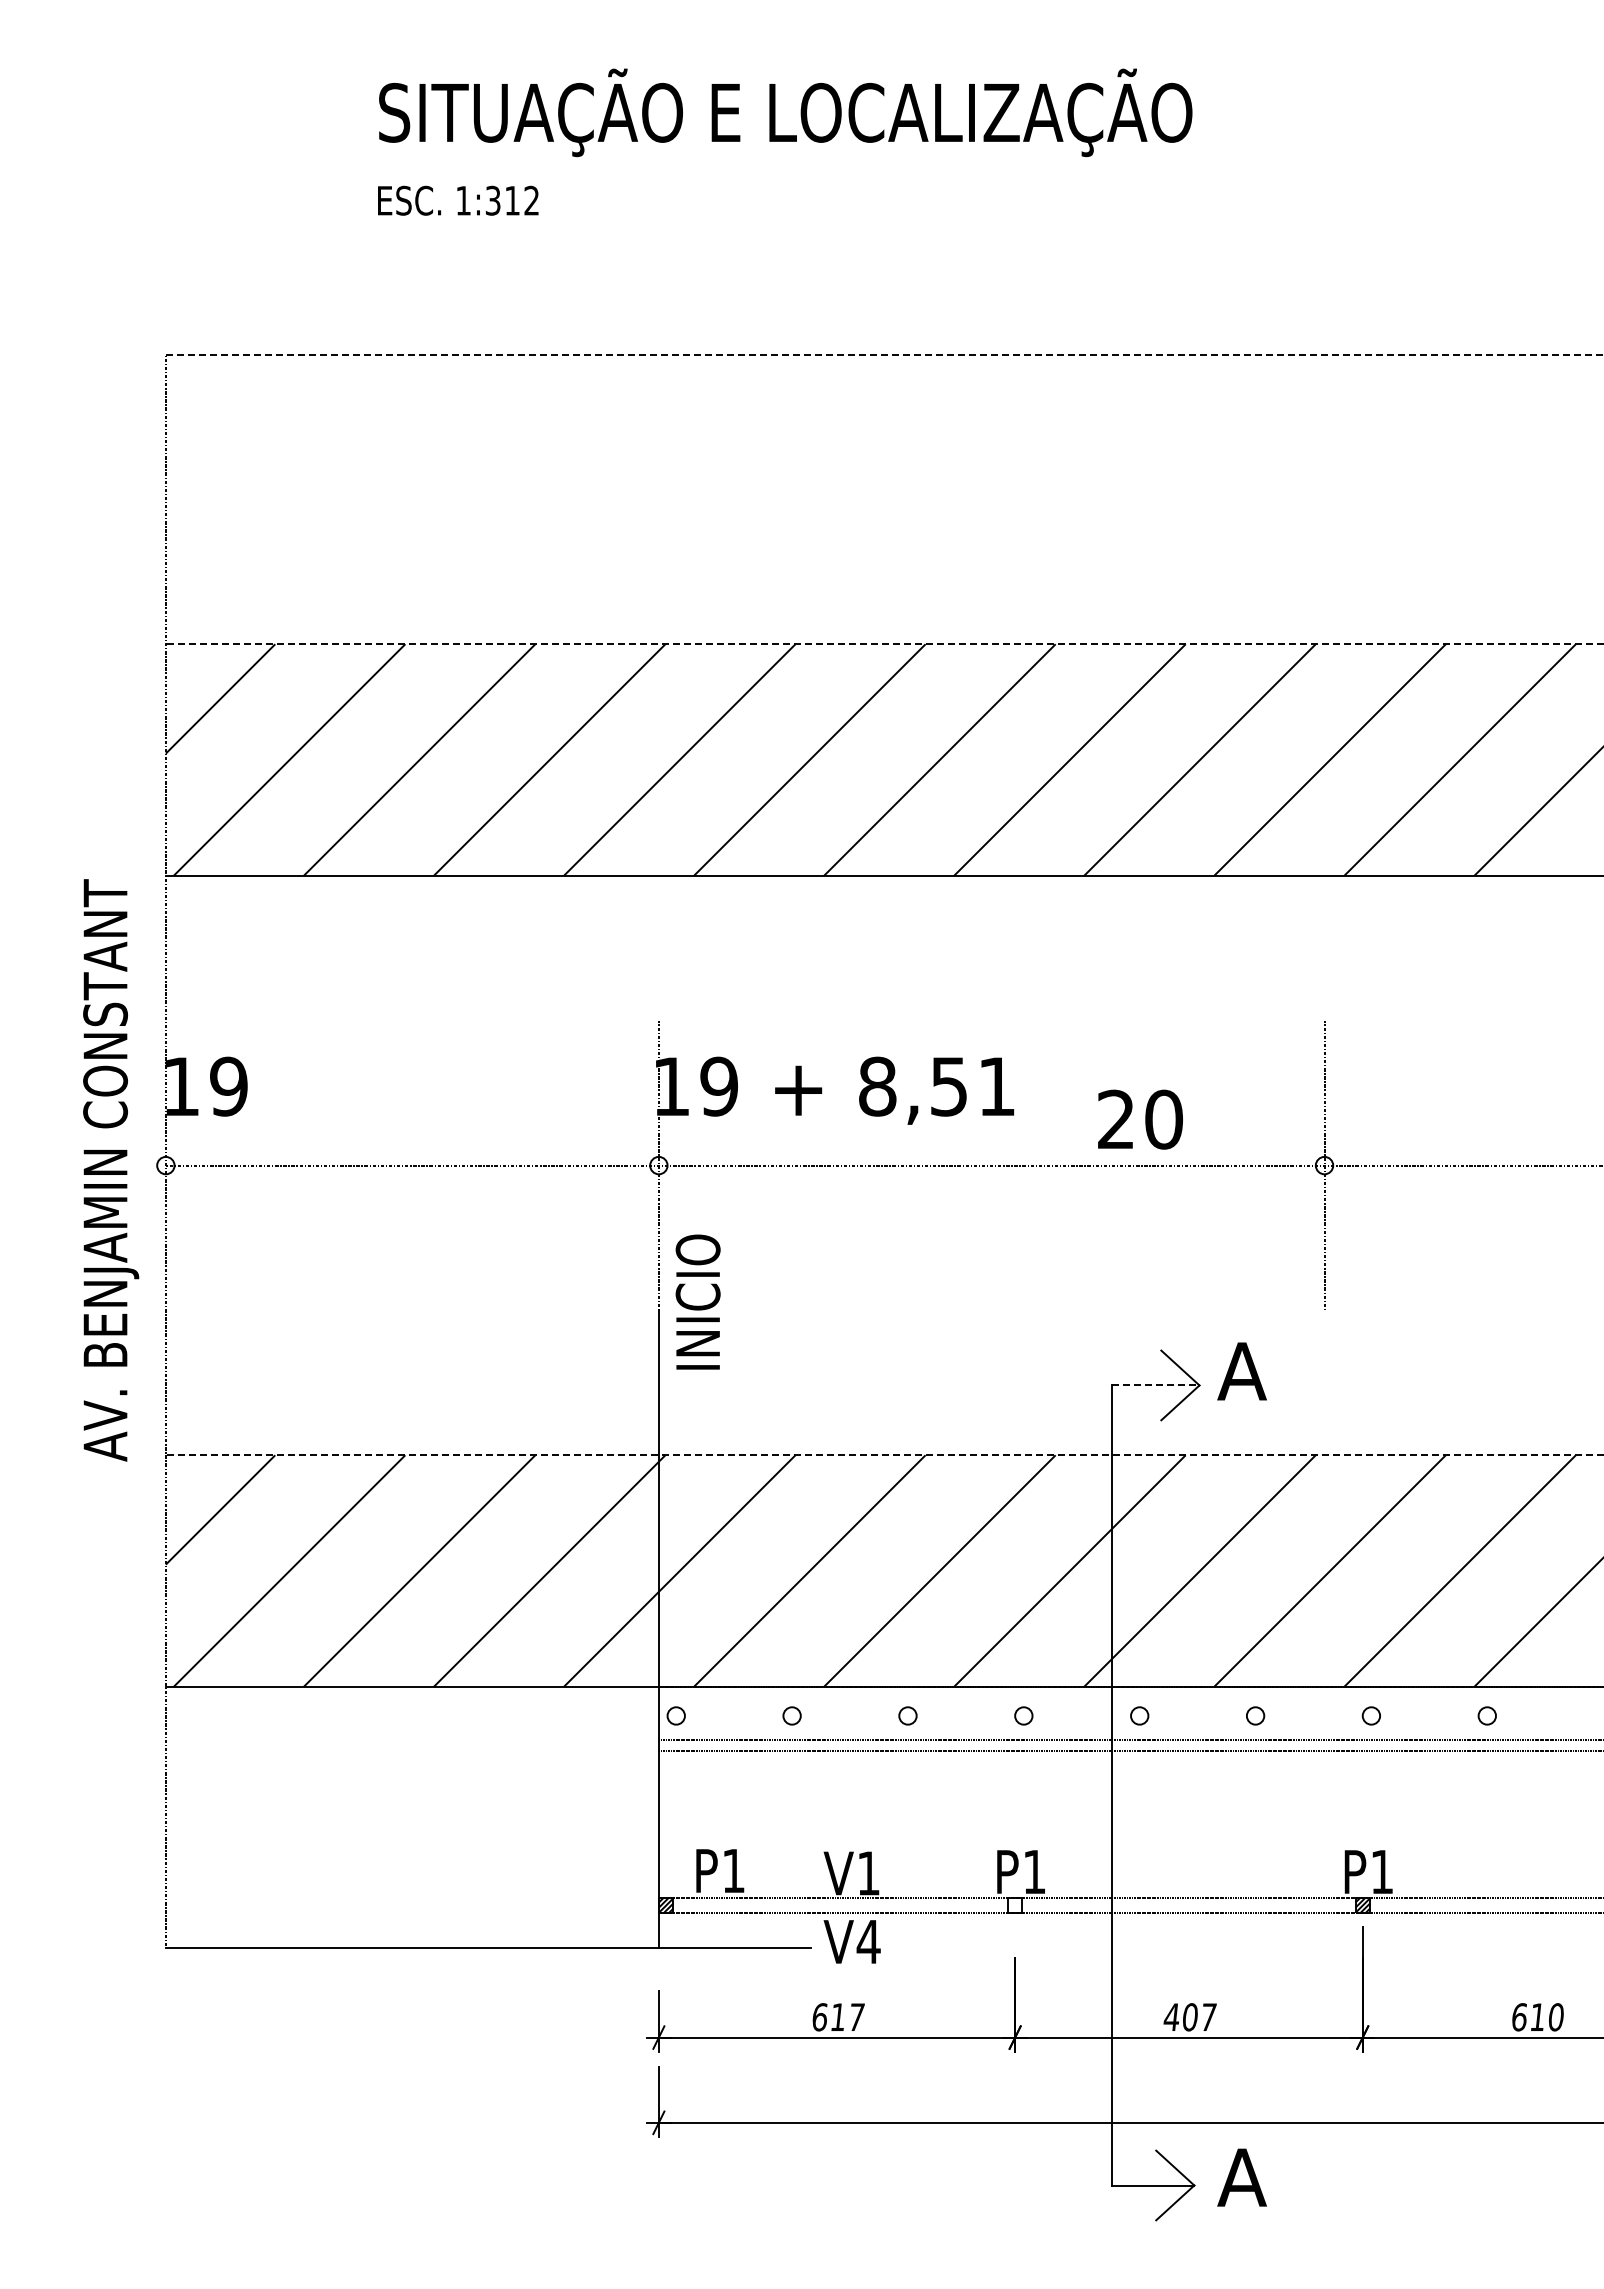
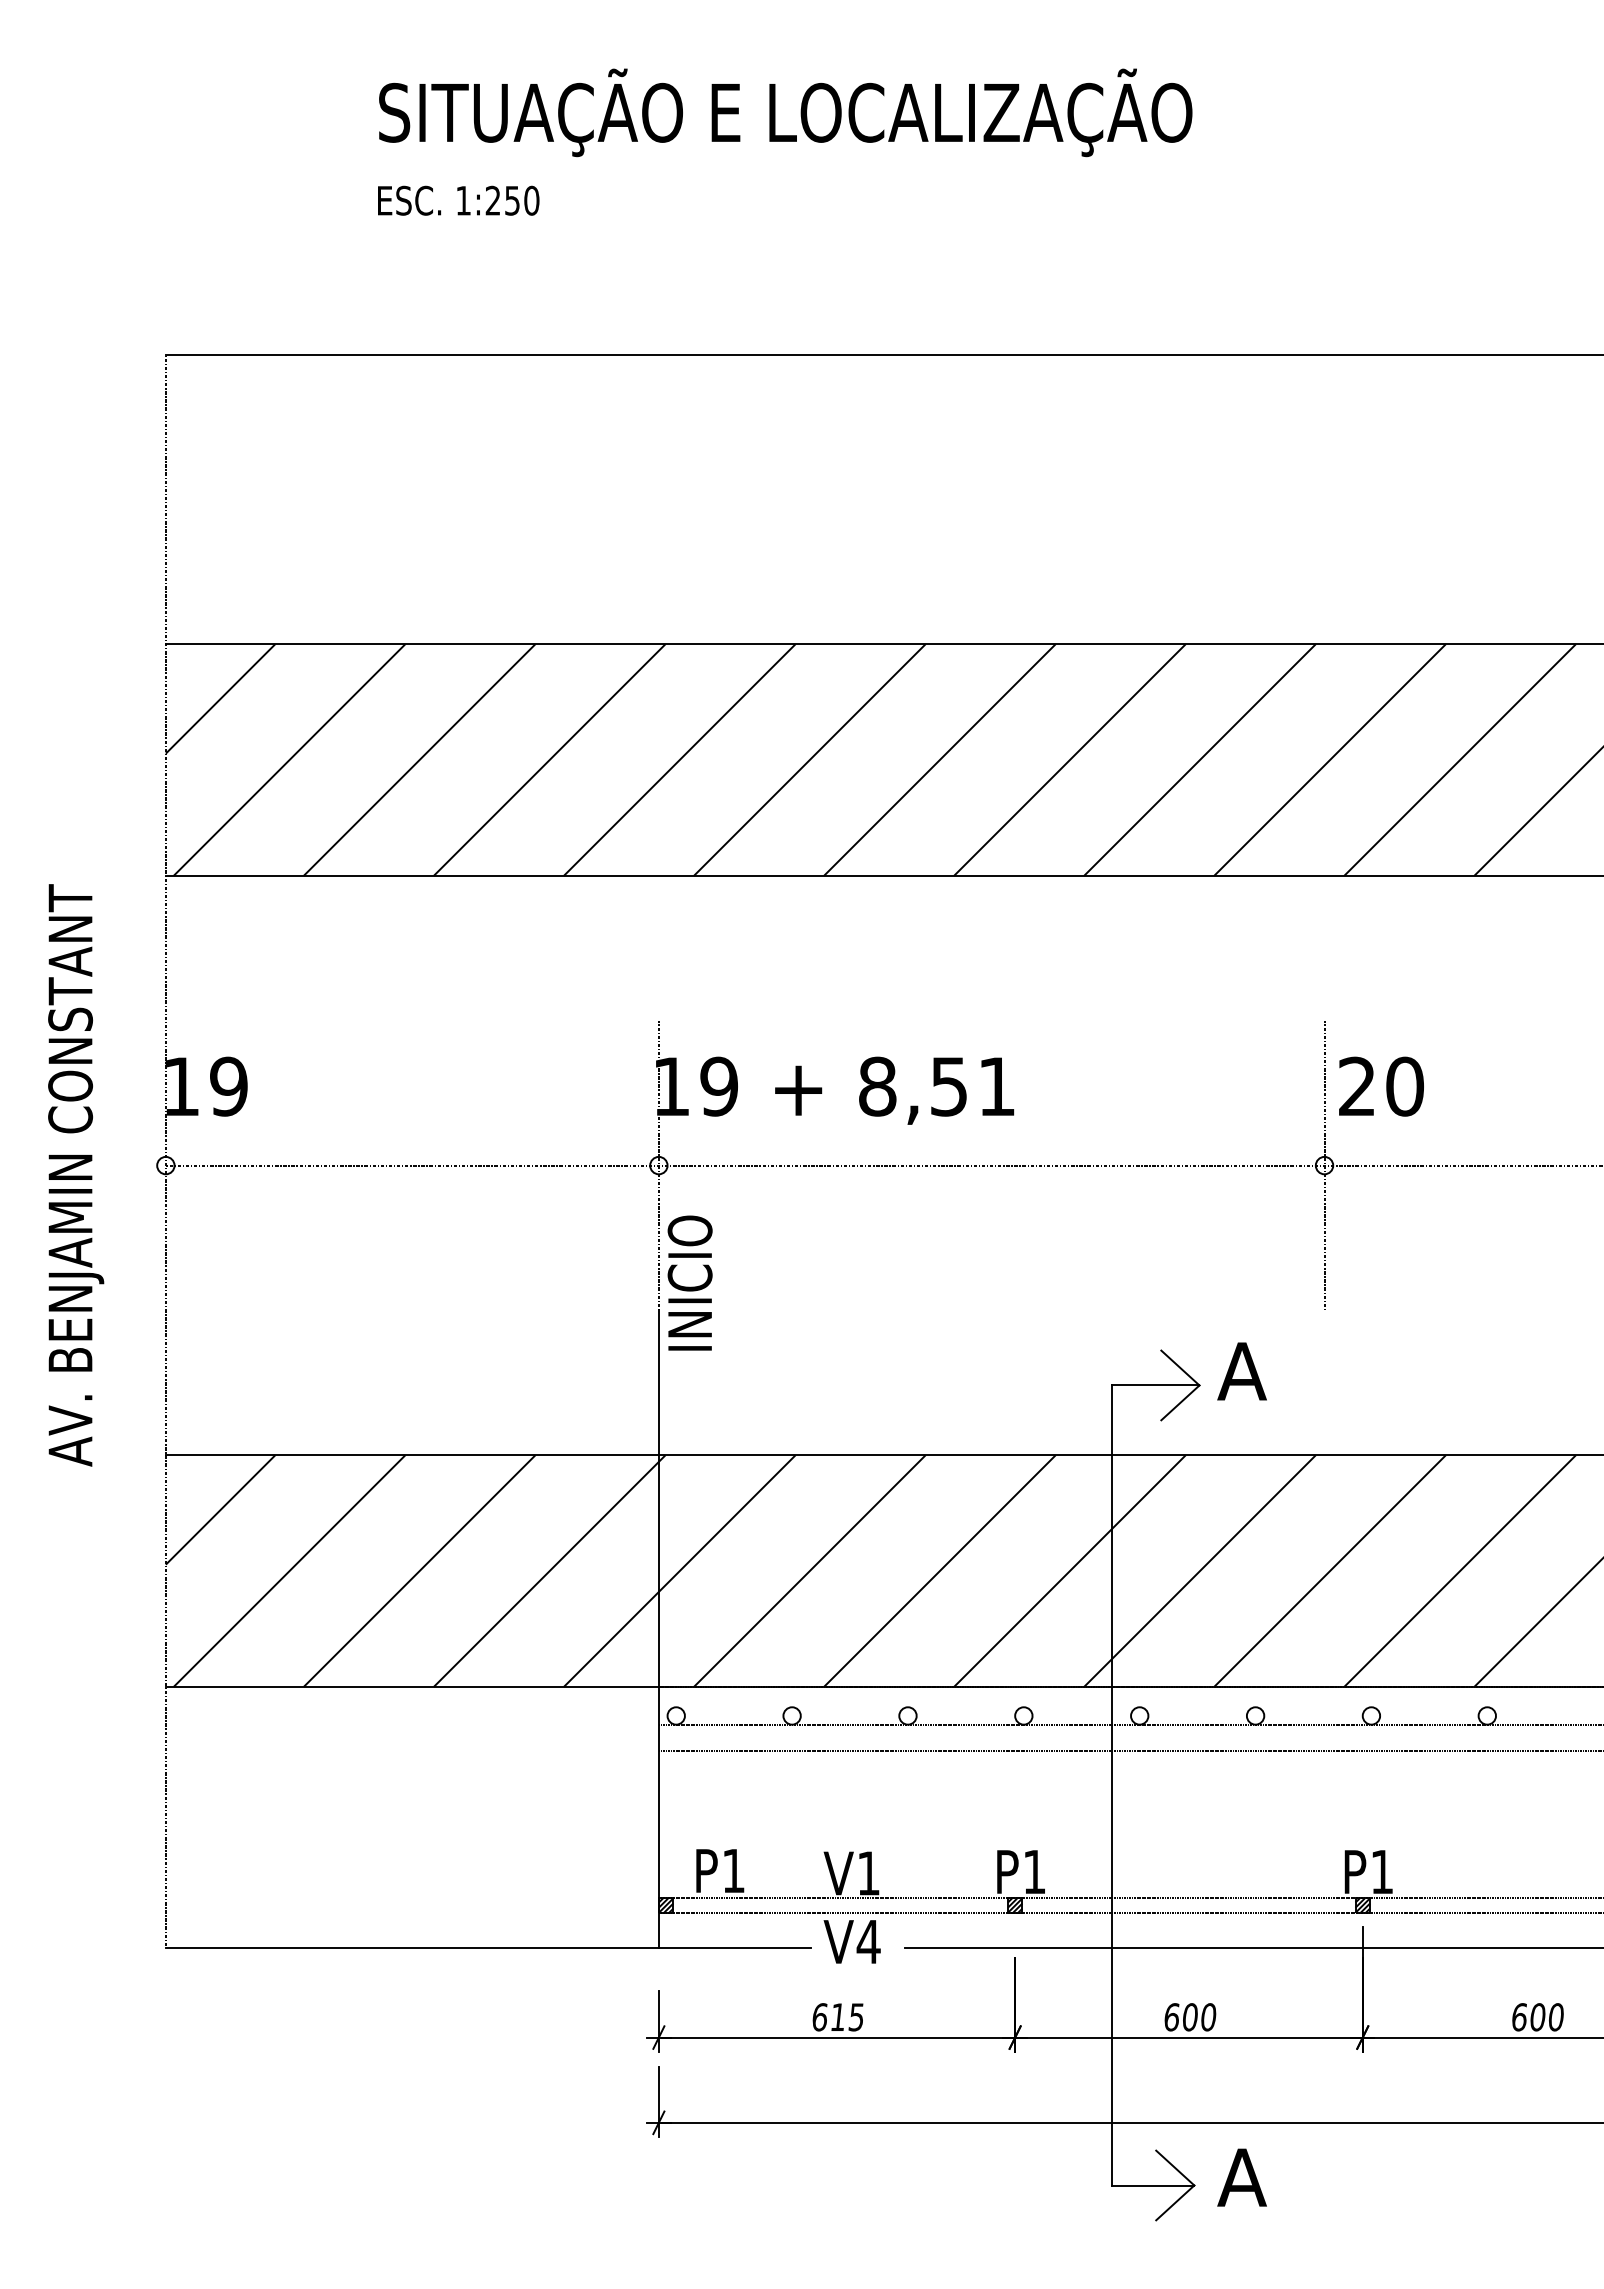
text at (512, 200): 1:312 -> 1:250
line at (884, 354): dashed -> solid
line at (883, 644): dashed -> solid
text at (1140, 1119) position: (1140, 1119) -> (1381, 1086)
text at (111, 1170) position: (111, 1170) -> (76, 1175)
text at (697, 1301) position: (697, 1301) -> (689, 1282)
line at (1155, 1385): dashed -> solid
line at (883, 1455): dashed -> solid
line at (1129, 1739) position: (1129, 1739) -> (1129, 1724)
hatch at (1014, 1905): none -> present
line at (1252, 1947): none -> present
text at (856, 2017): 617 -> 615
text at (1189, 2017): 407 -> 600
text at (1537, 2017): 610 -> 600
